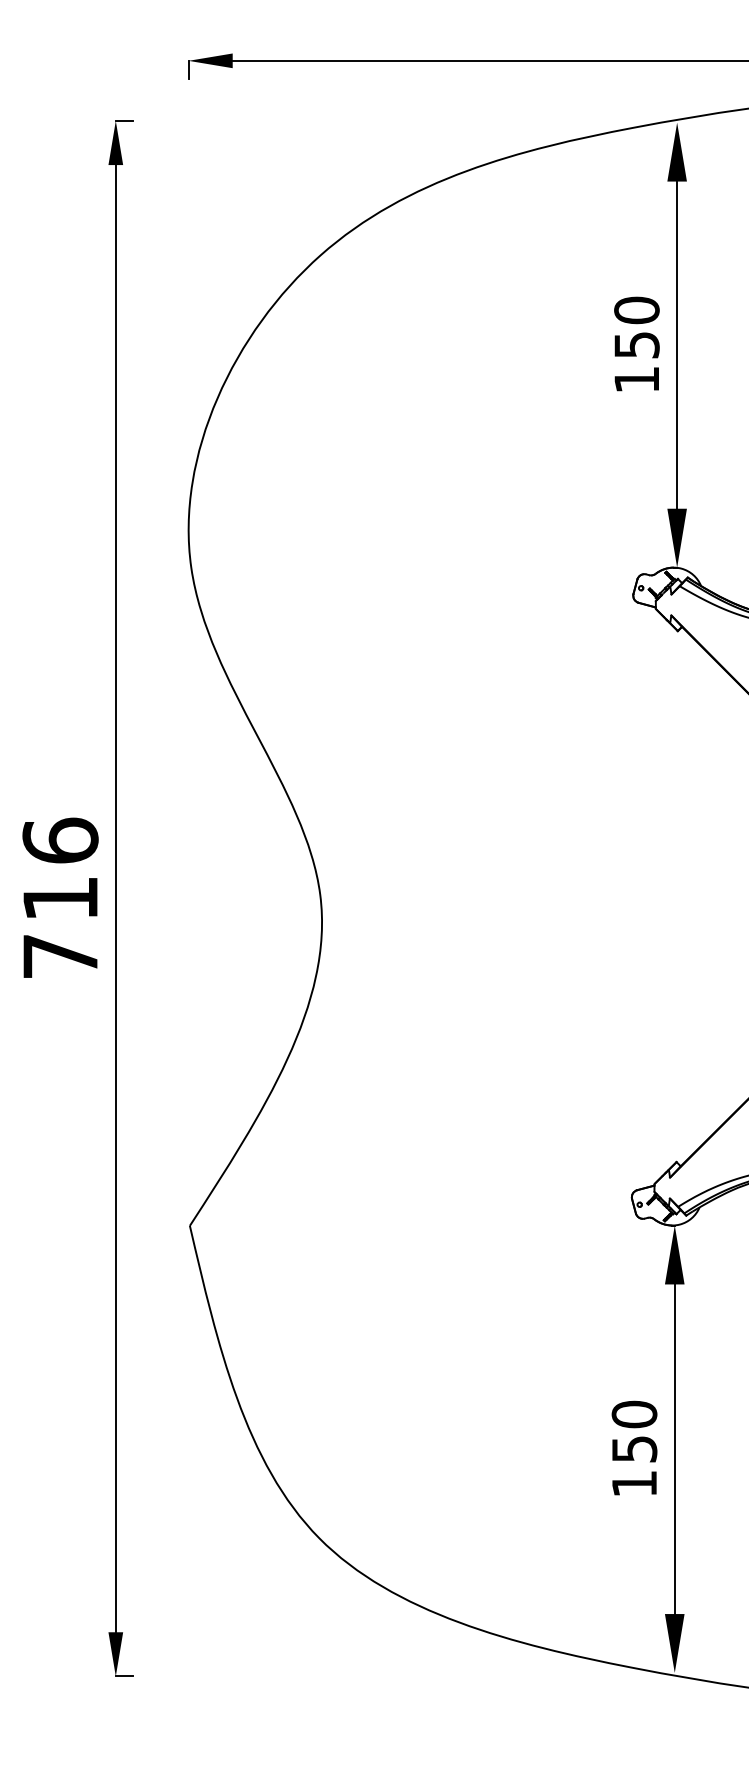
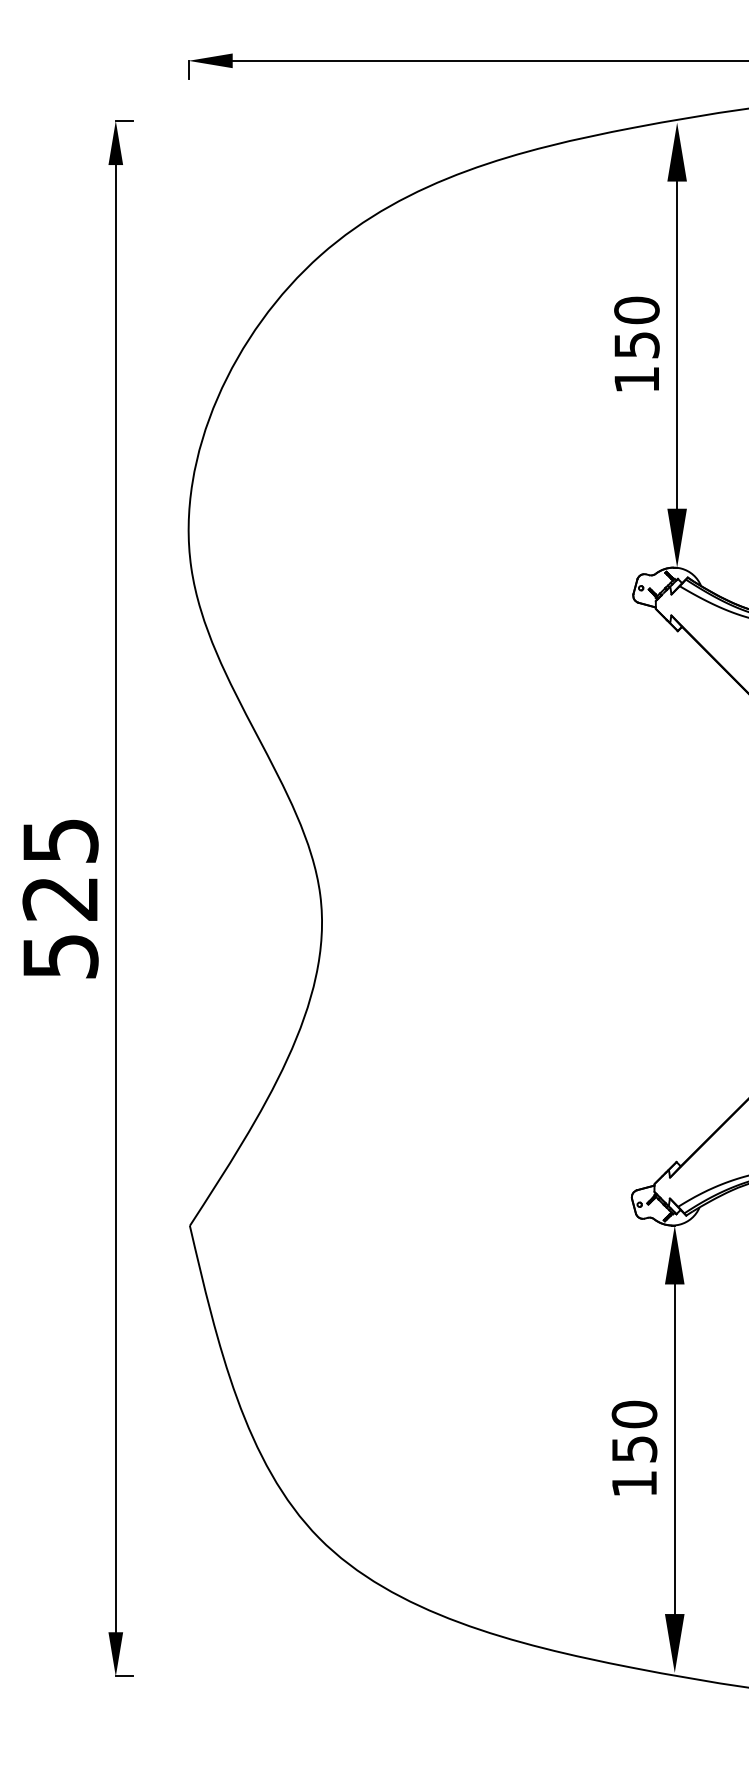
text at (60, 897): 716 -> 525
